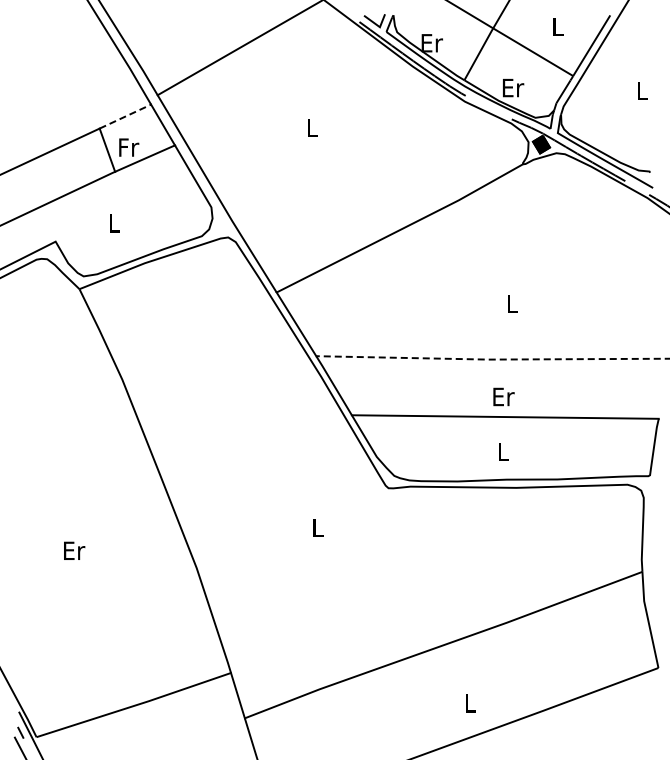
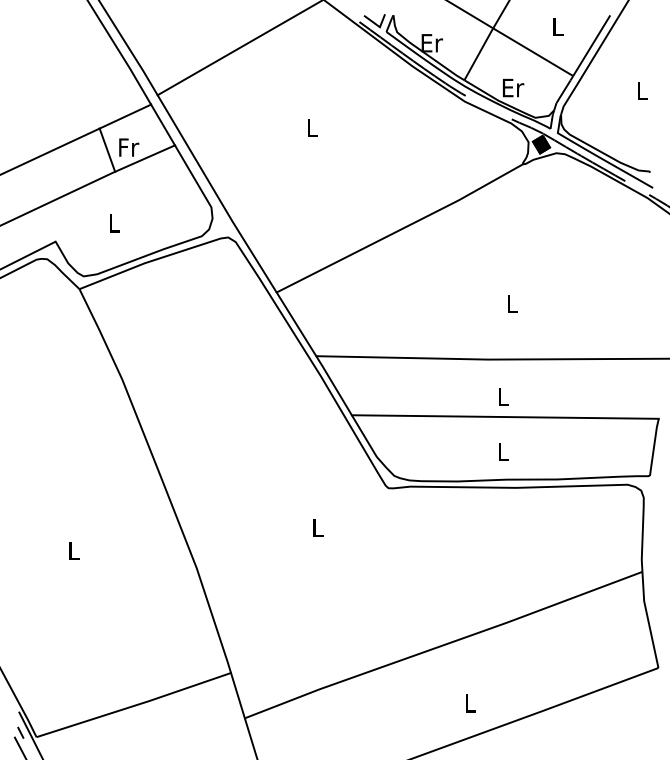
line at (125, 116): dashed -> solid
line at (492, 359): dashed -> solid
text at (503, 396): Er -> L
text at (74, 550): Er -> L
